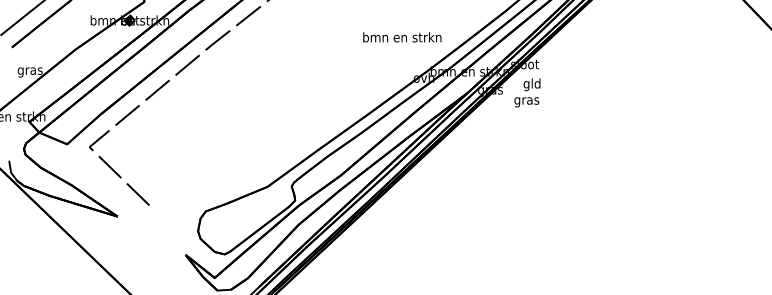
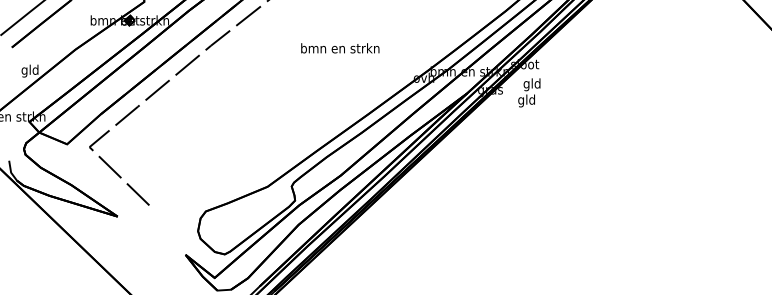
text at (402, 37) position: (402, 37) -> (340, 48)
text at (29, 70): gras -> gld
text at (526, 100): gras -> gld
